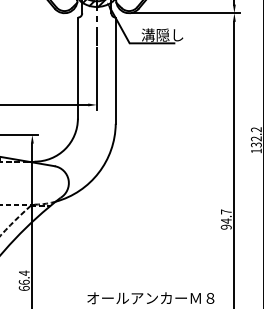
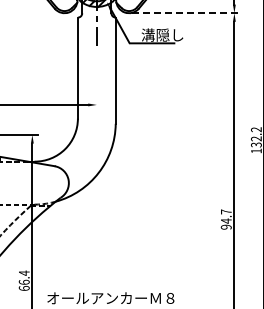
line at (185, 13): solid -> dashed
line at (96, 79): present -> none
text at (150, 298) position: (150, 298) -> (110, 298)
